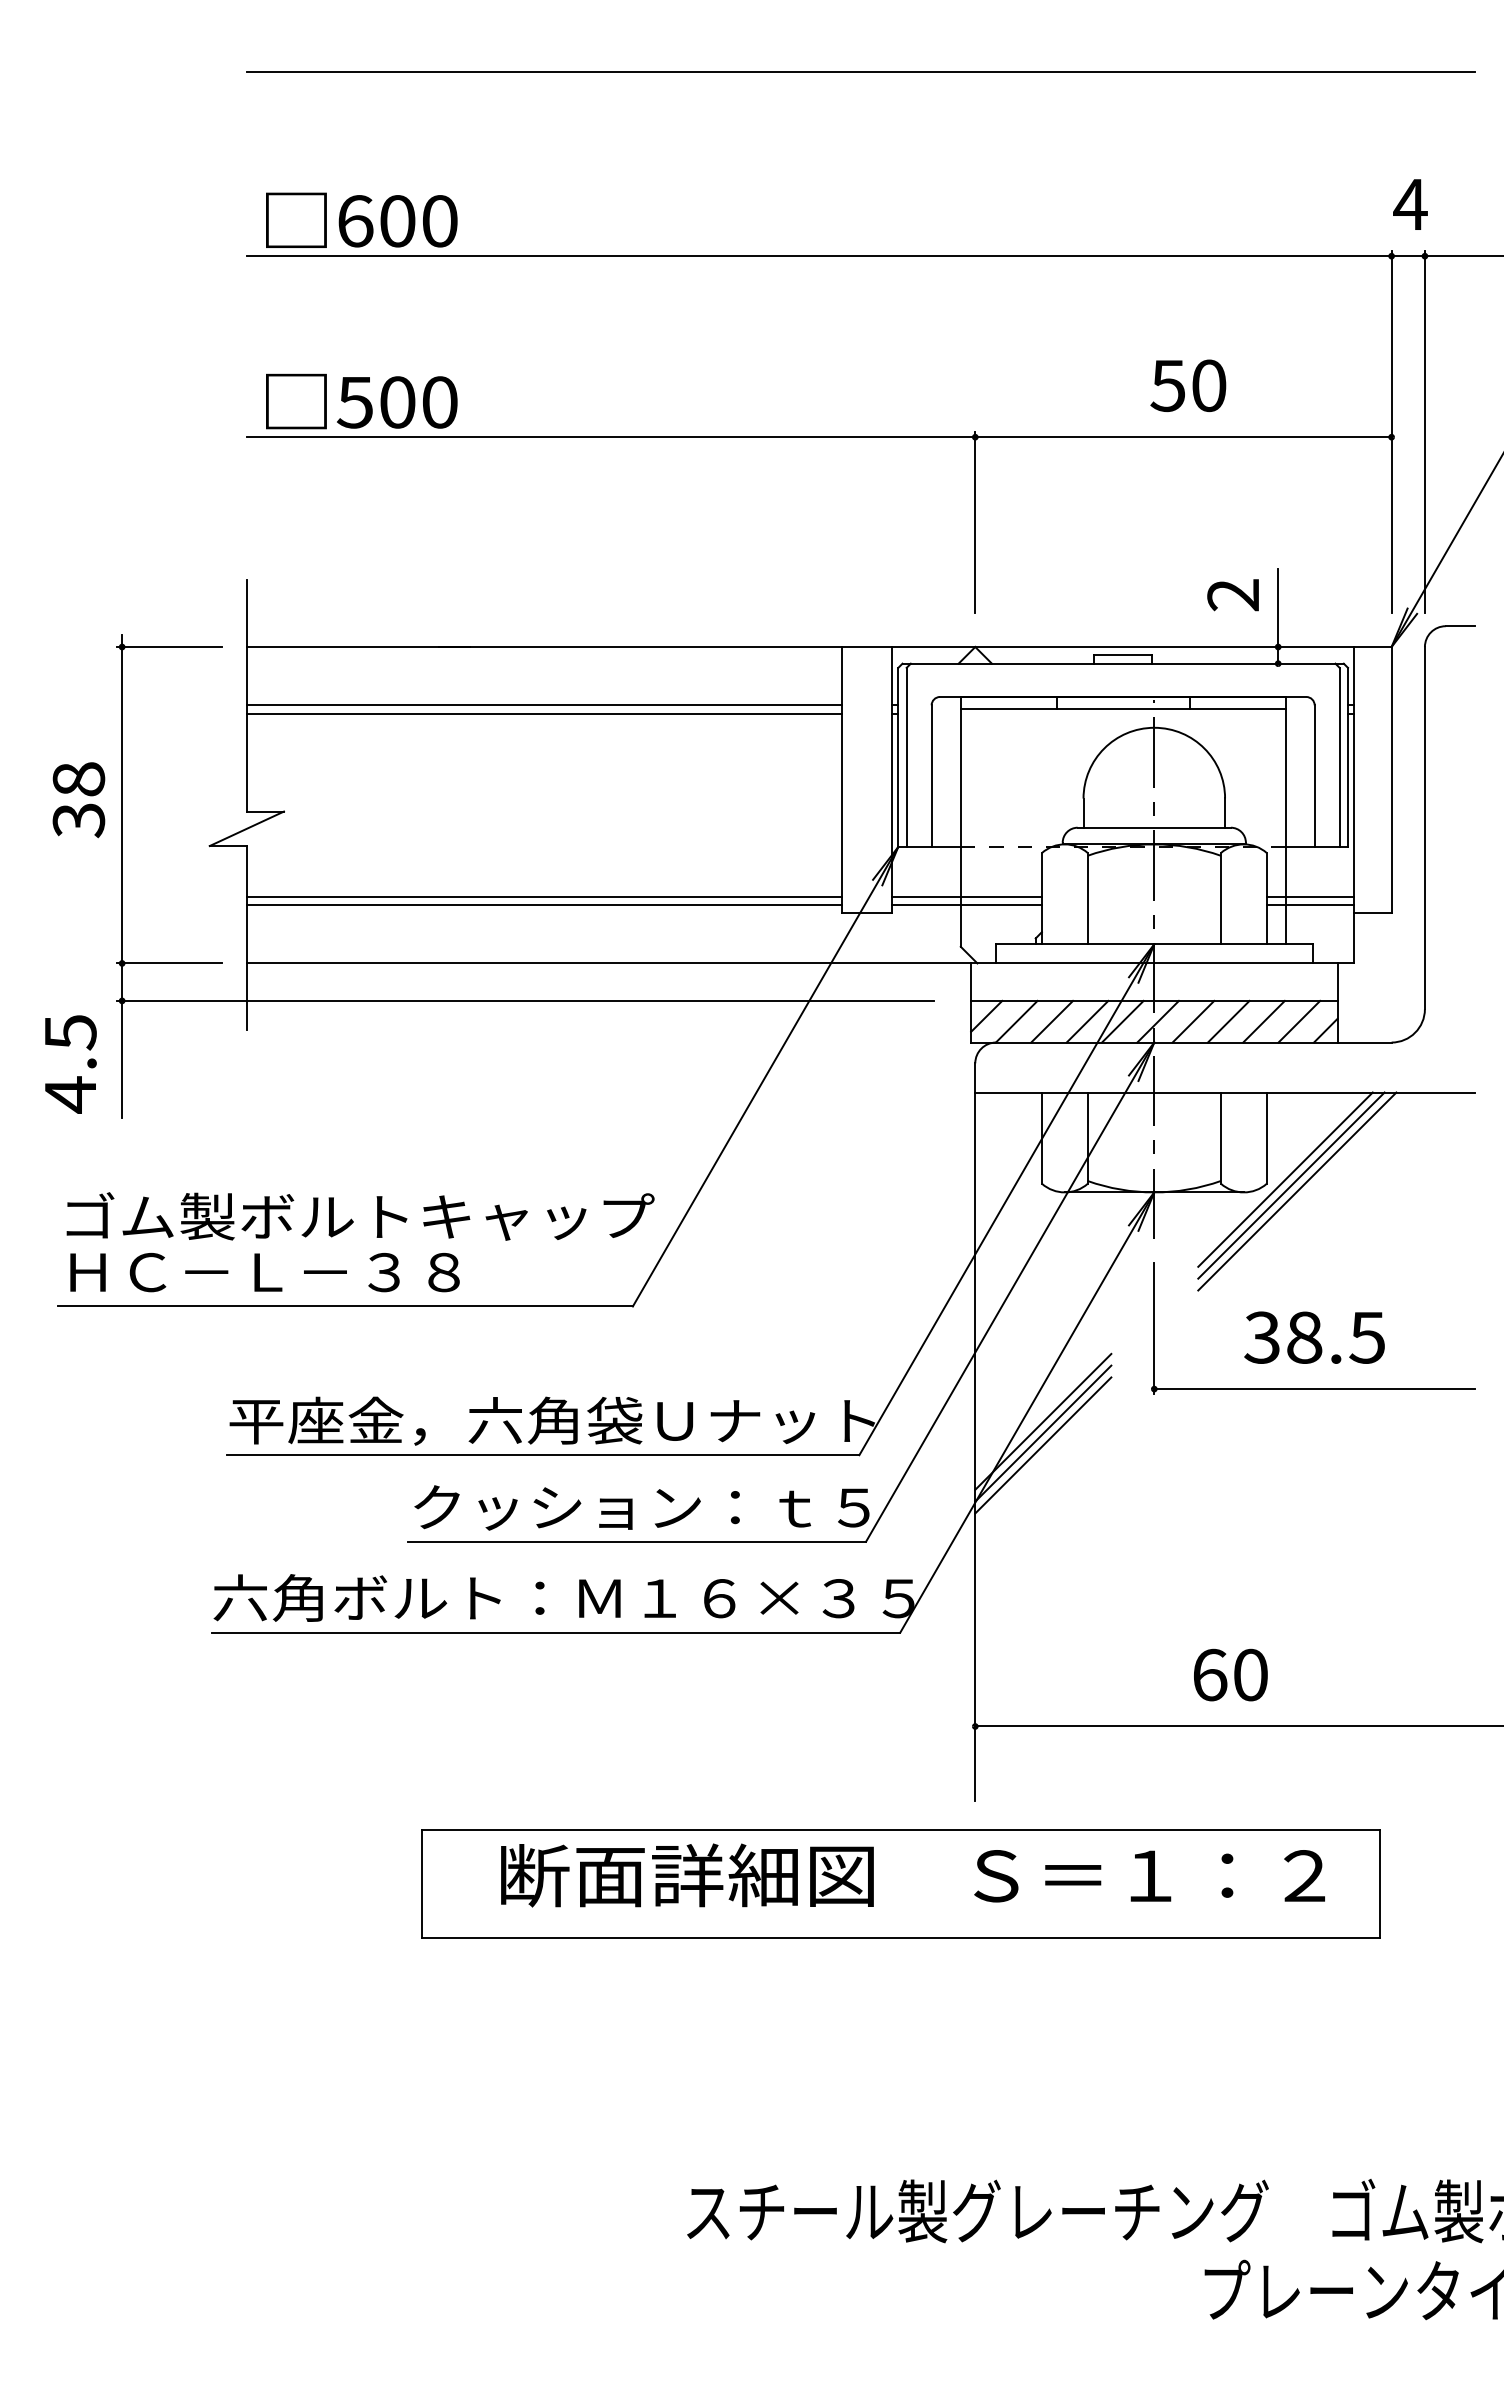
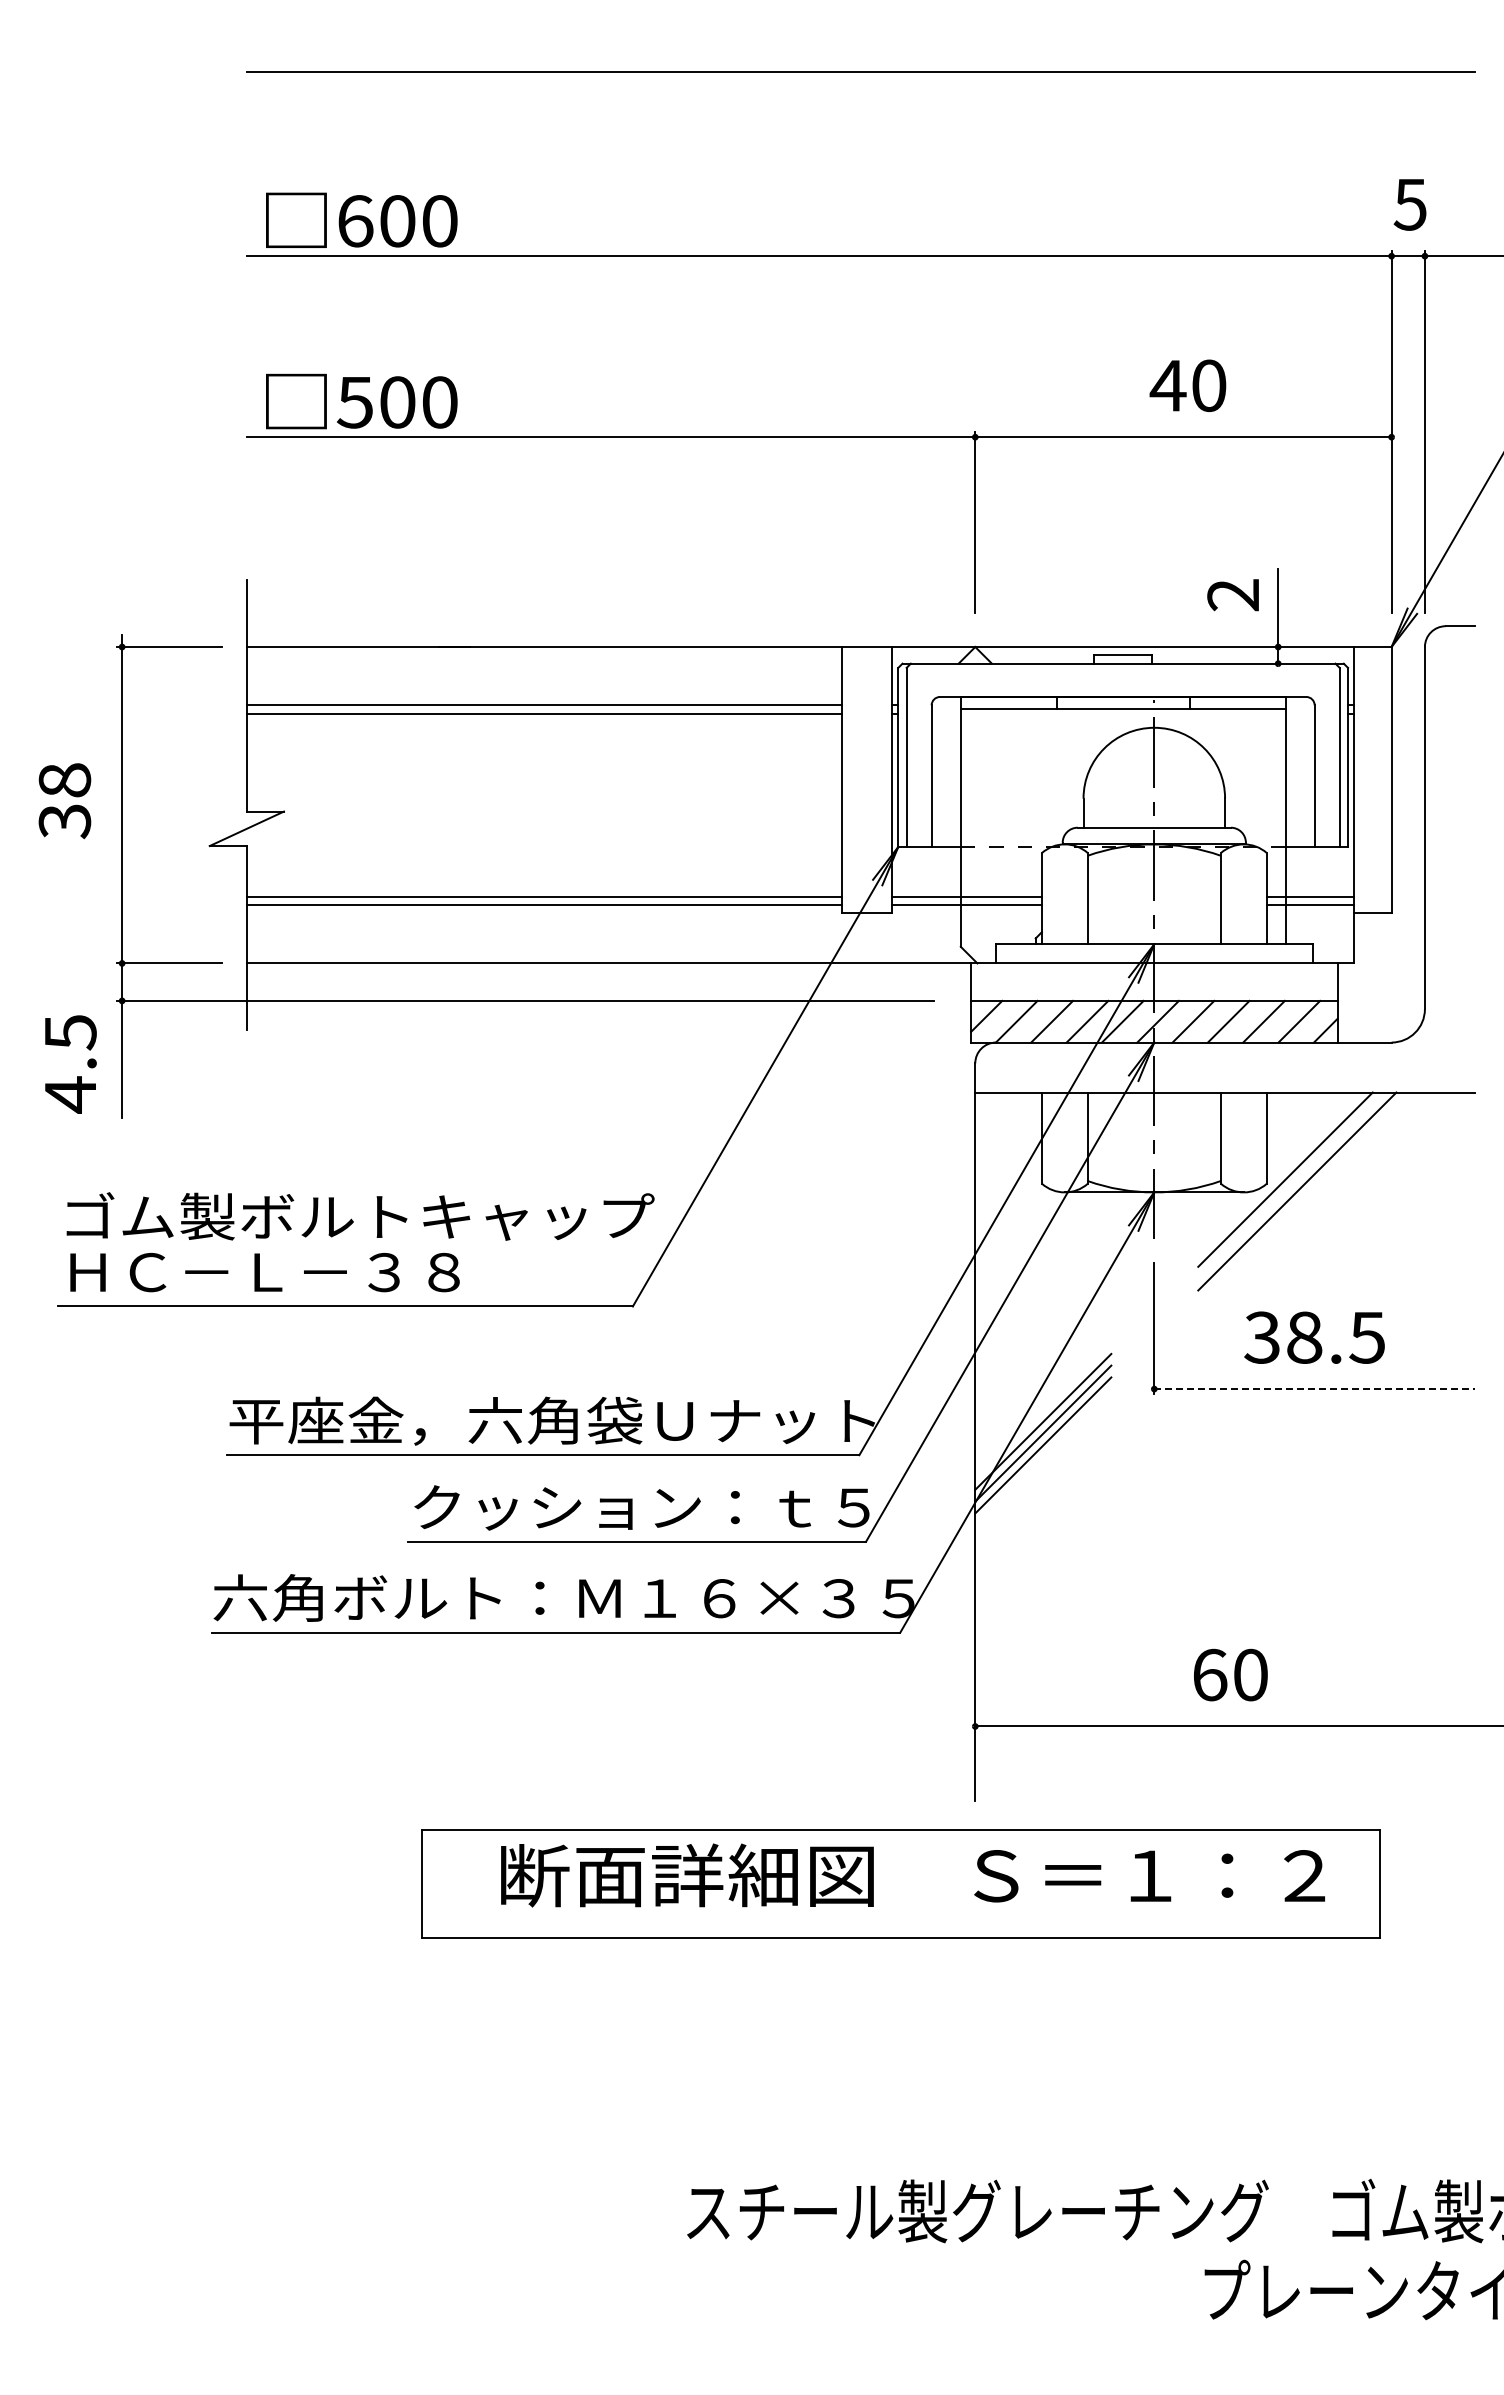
text at (1410, 204): 4 -> 5
text at (1167, 386): 50 -> 40
text at (78, 800) position: (78, 800) -> (64, 801)
line at (1291, 1185): present -> none
line at (1315, 1389): solid -> dashed
